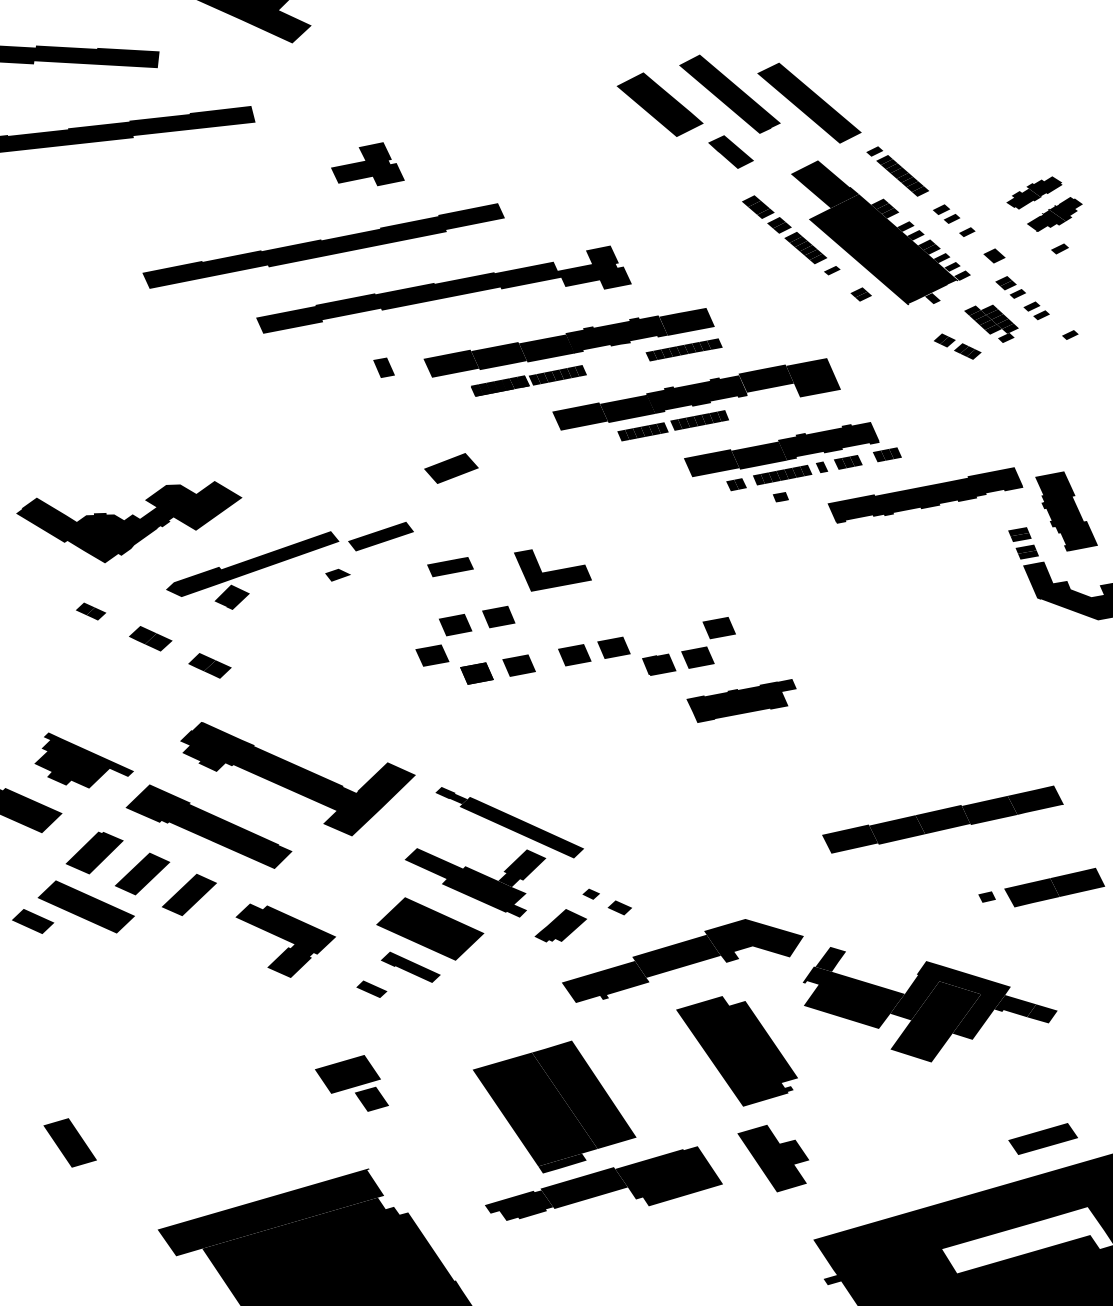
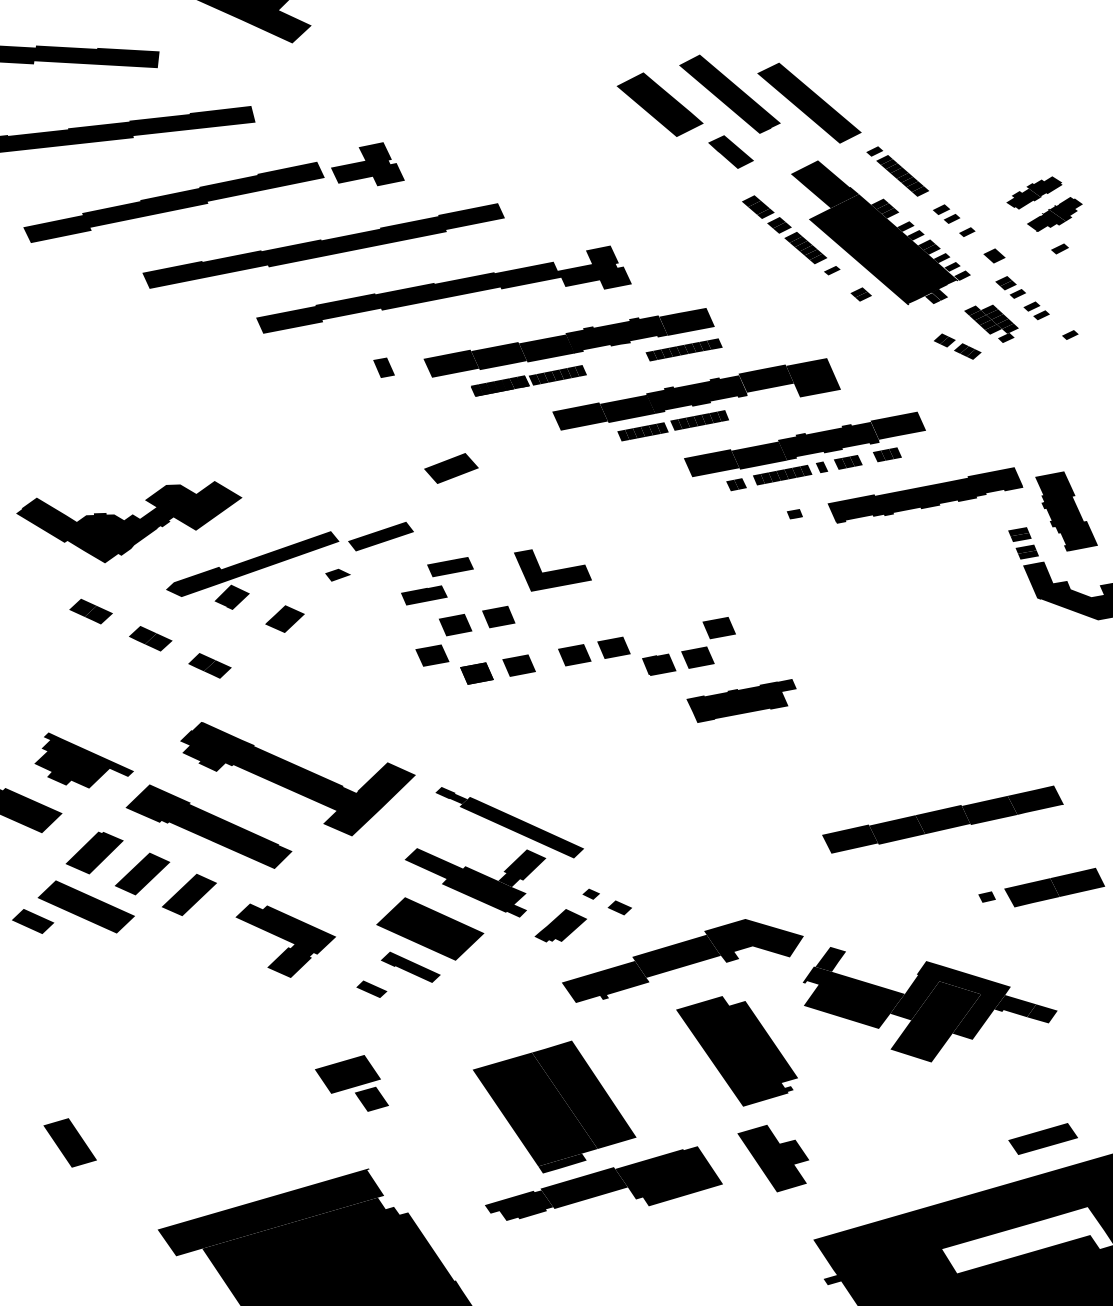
part at (173, 201): none -> present
fill at (939, 294): none -> present
fill at (898, 425): none -> present
part at (780, 497) position: (780, 497) -> (794, 514)
part at (424, 595): none -> present
part at (91, 611) size: 31x19 px -> 44x27 px
fill at (285, 619): none -> present
